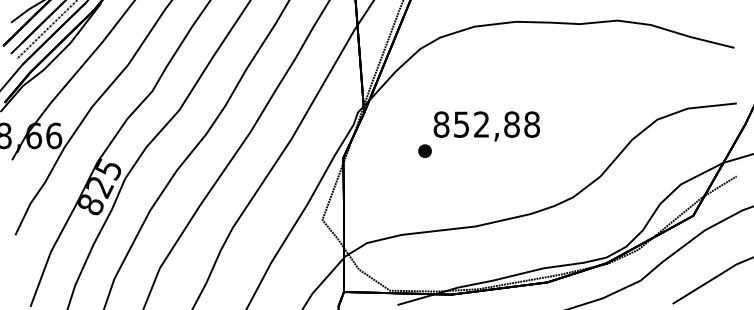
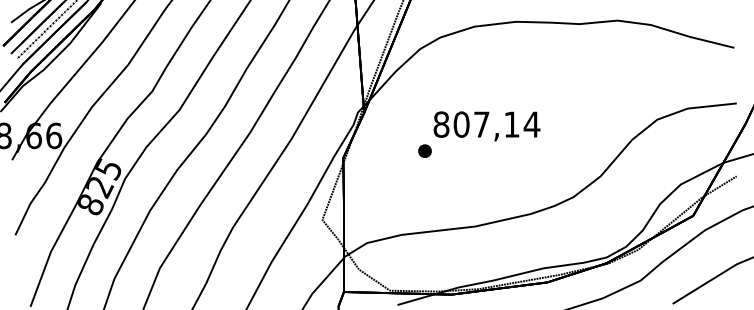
text at (496, 124): 852,88 -> 807,14
